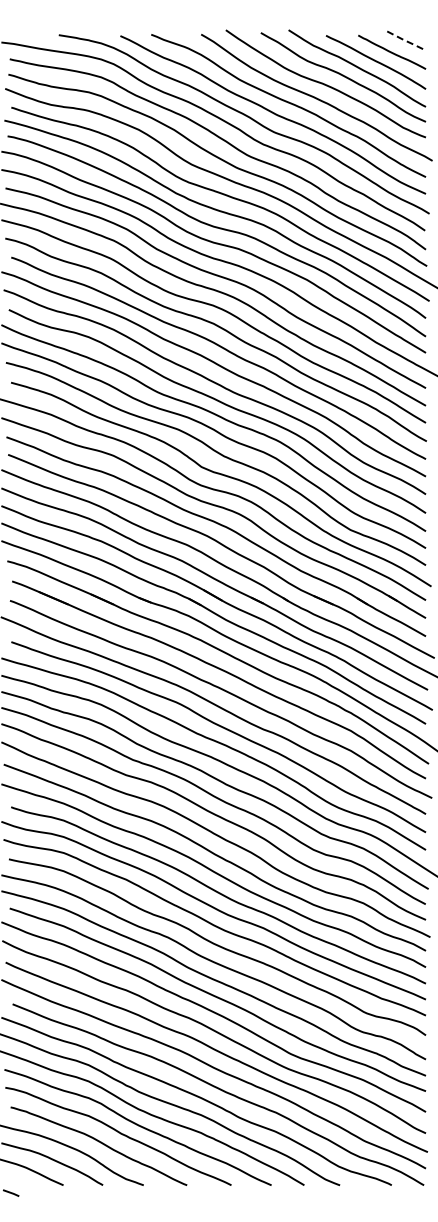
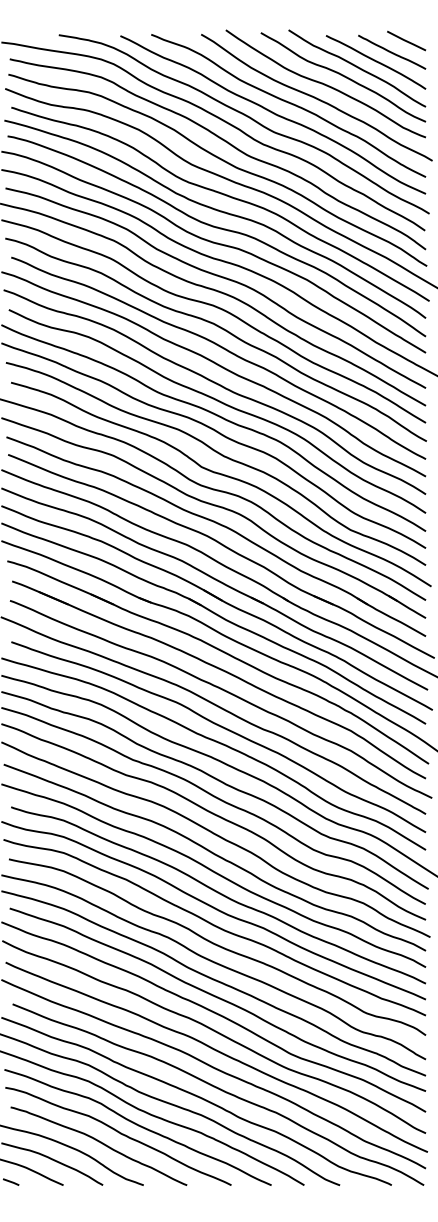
line at (406, 41): dashed -> solid
line at (11, 1192) position: (11, 1192) -> (11, 1181)
